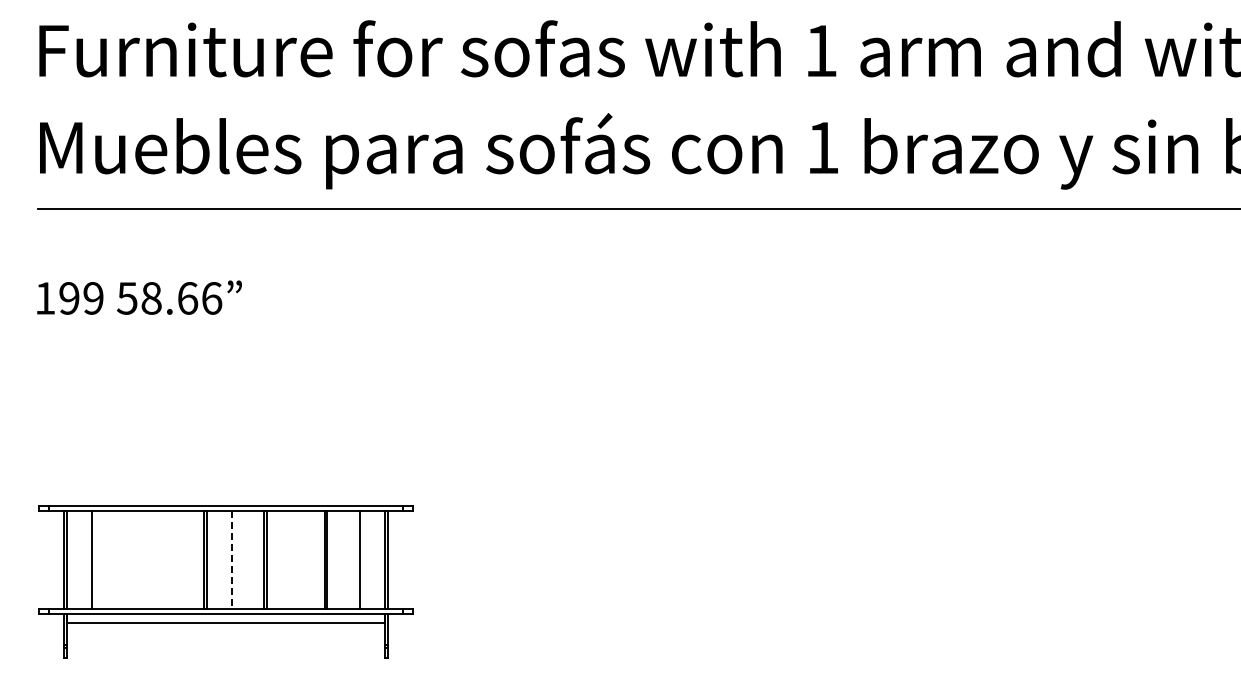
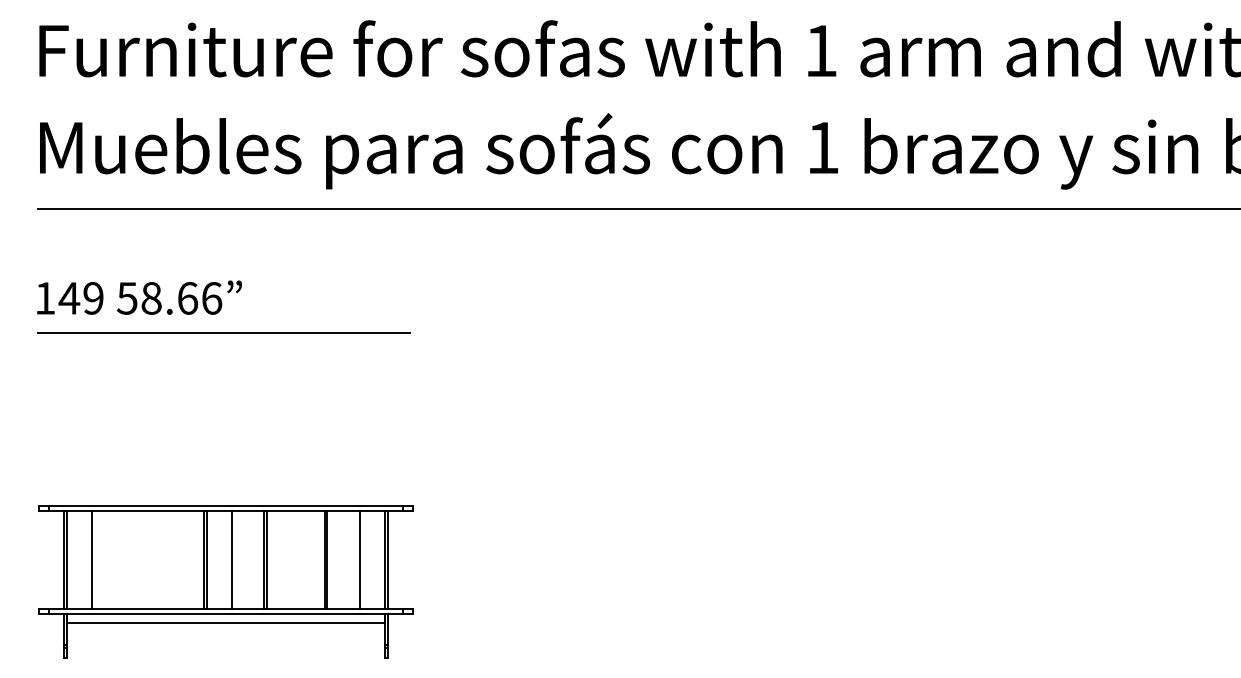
text at (69, 298): 199 -> 149
line at (223, 333): none -> present
line at (232, 560): dashed -> solid
